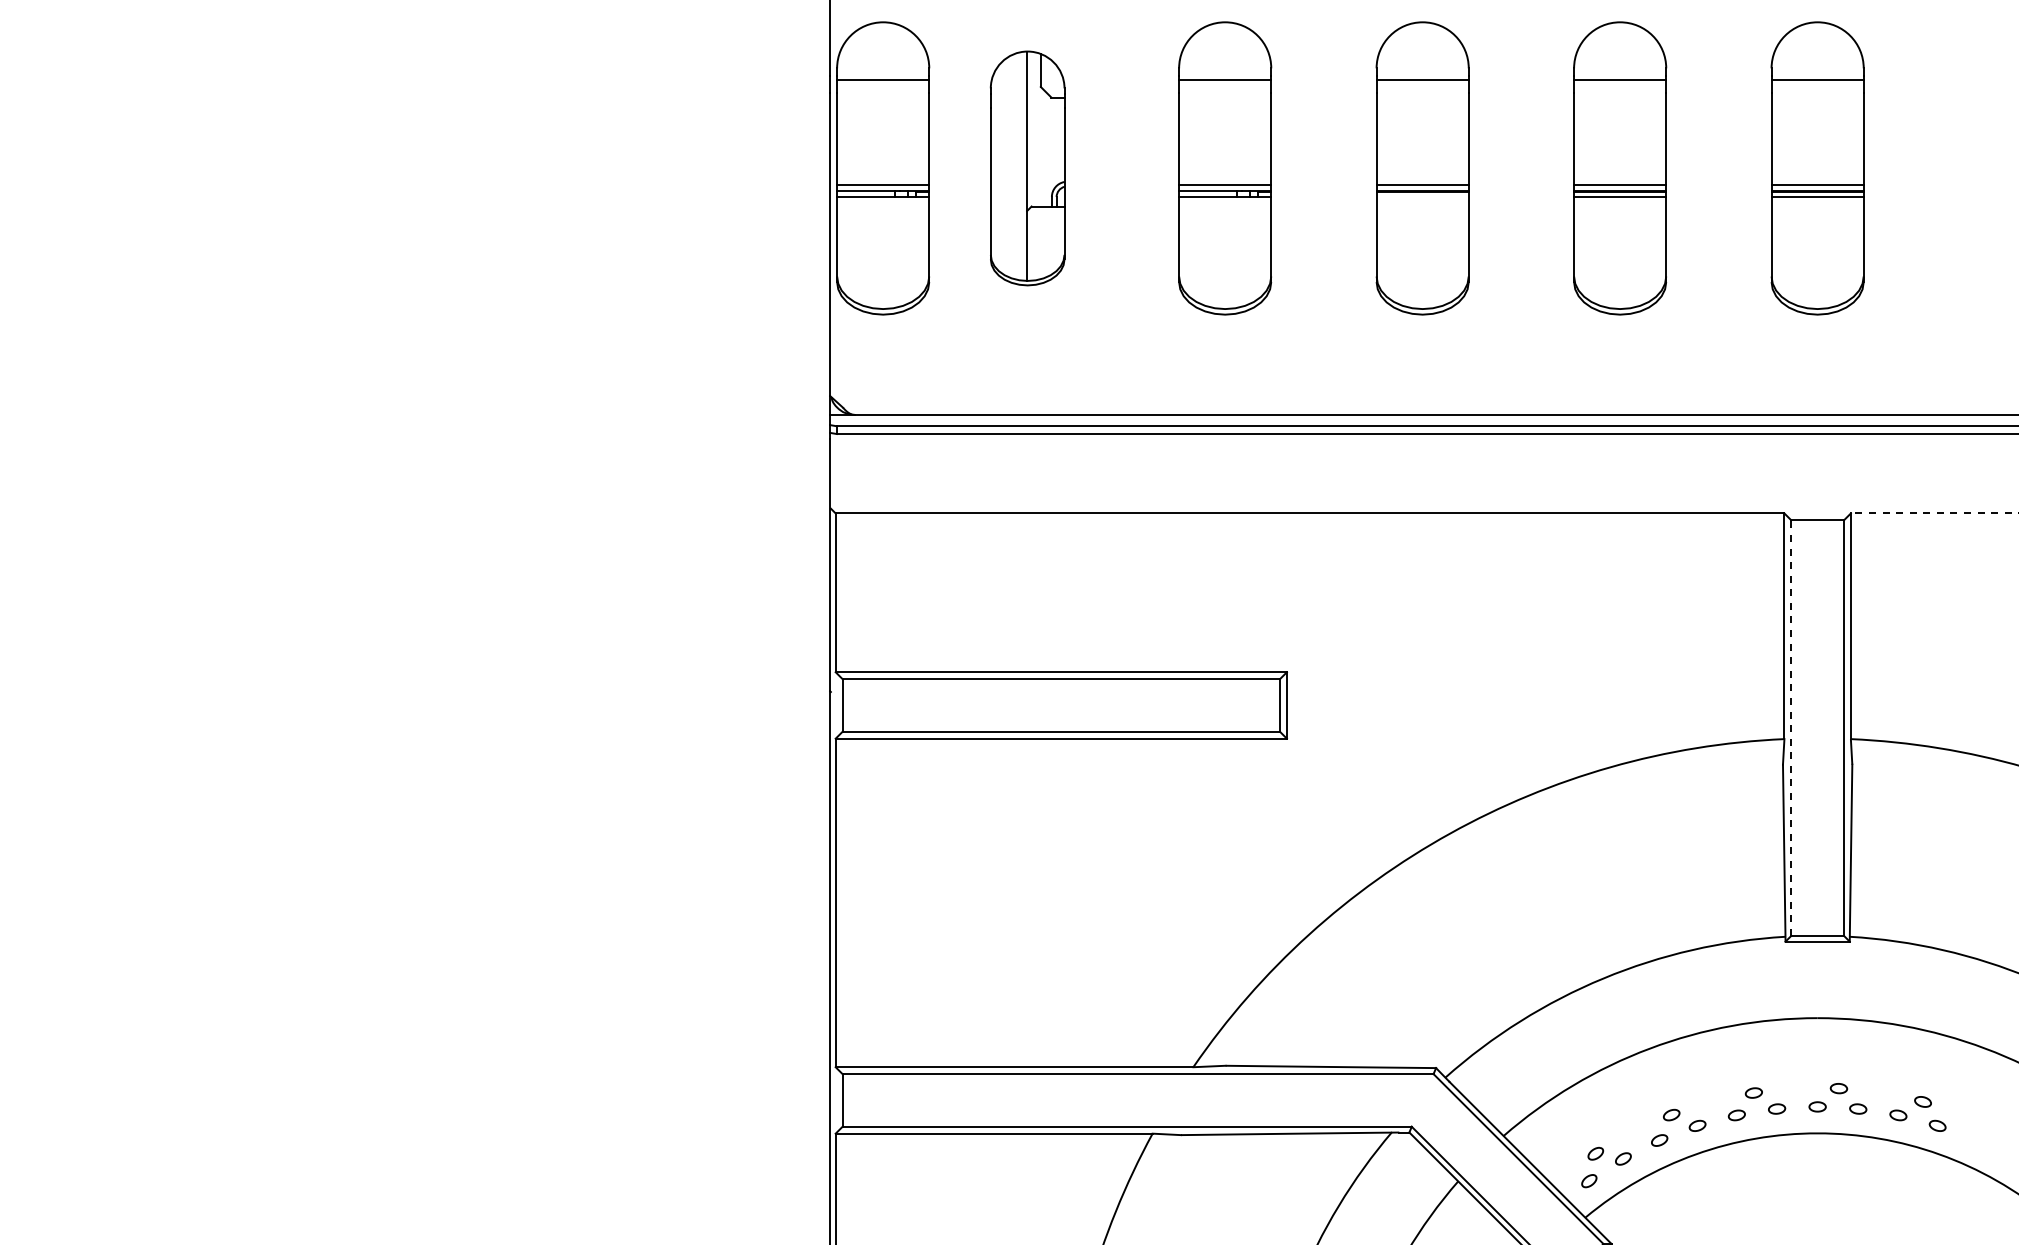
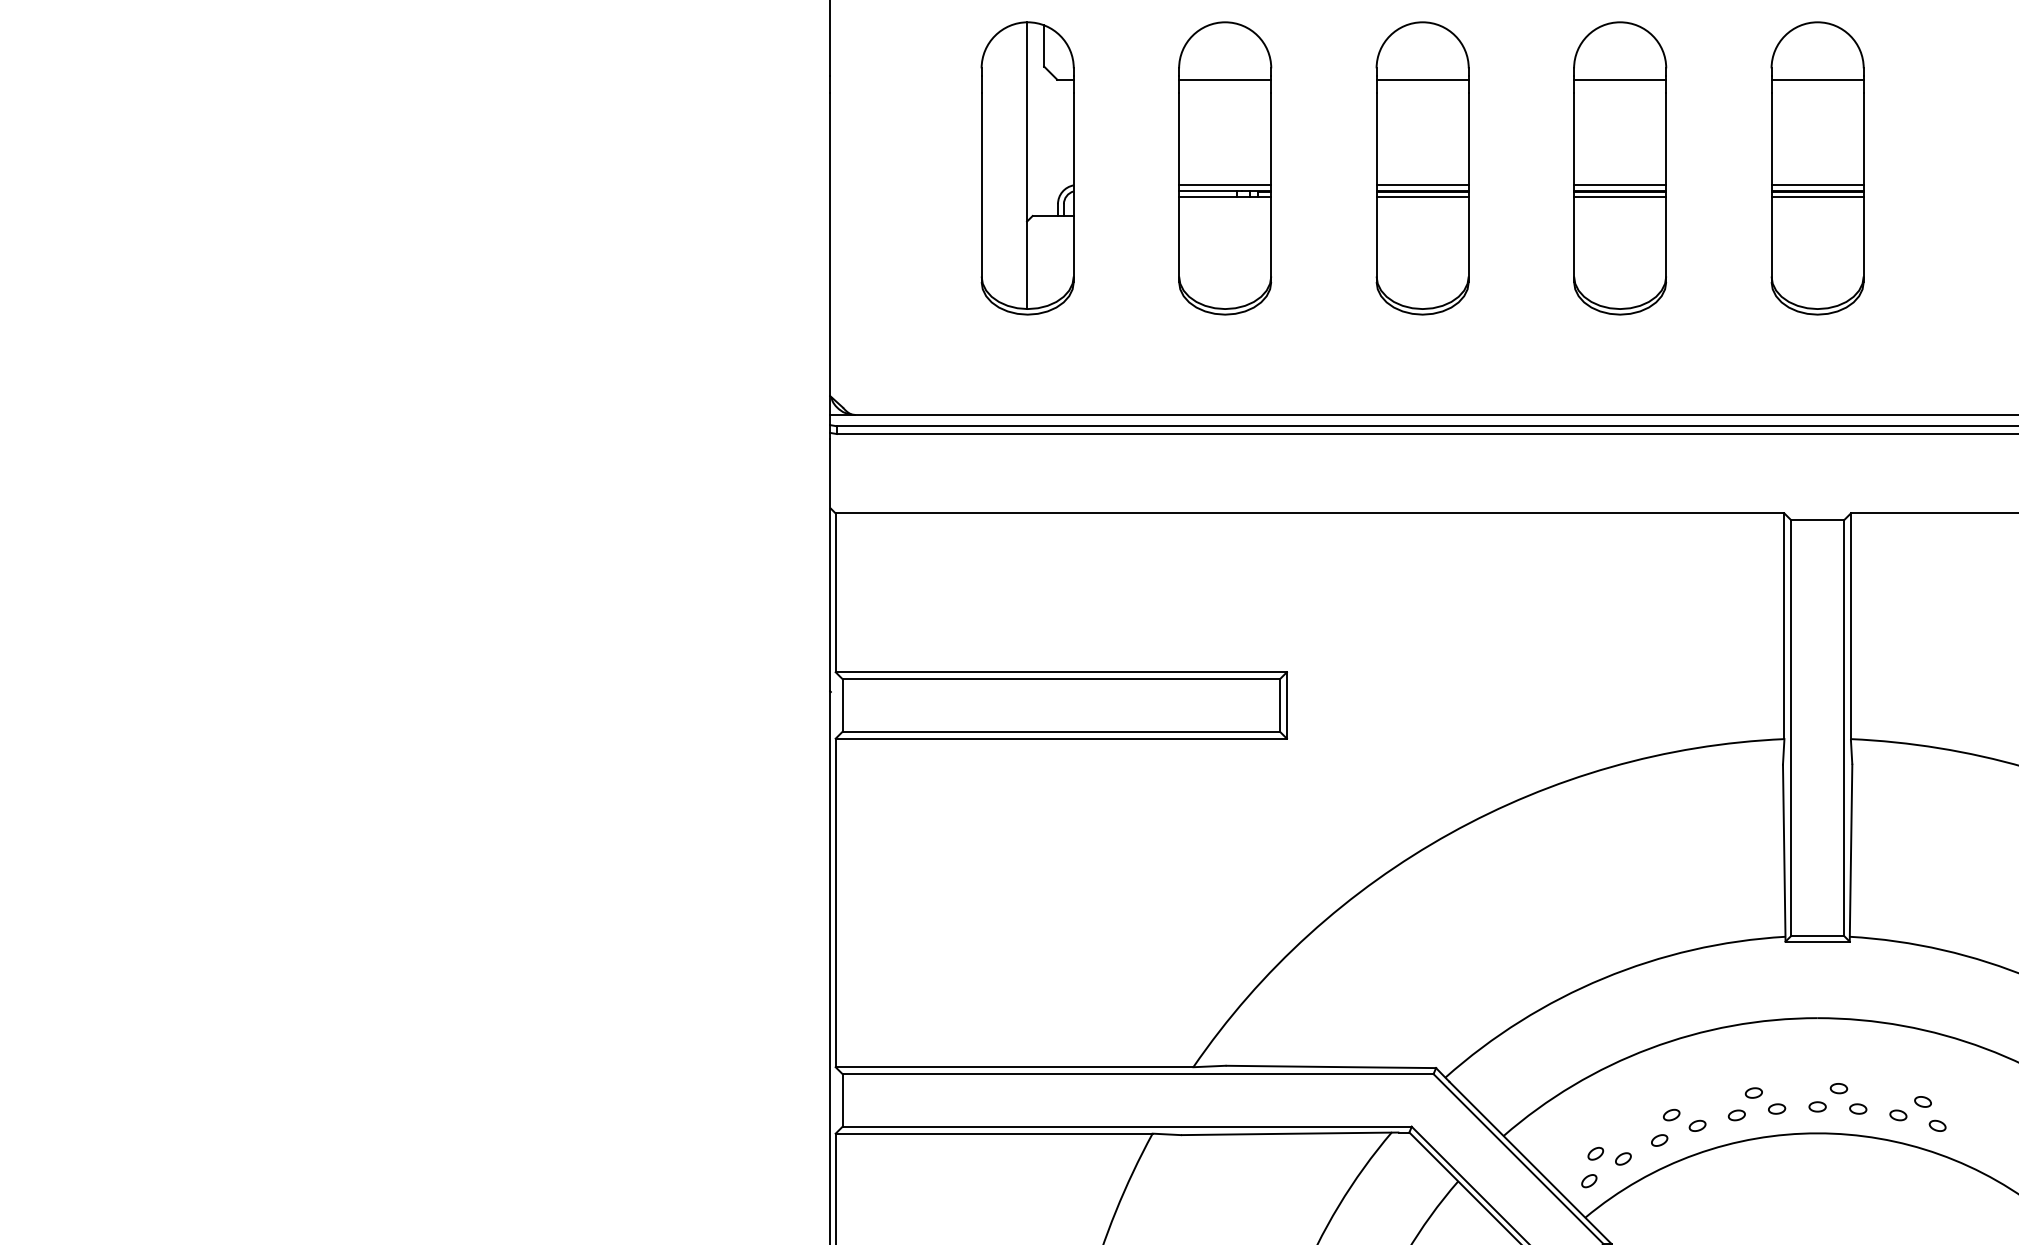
part at (883, 168): present -> none
part at (1027, 168) size: 77x237 px -> 95x295 px
line at (1422, 196): none -> present
line at (1934, 513): dashed -> solid
line at (1791, 728): dashed -> solid
